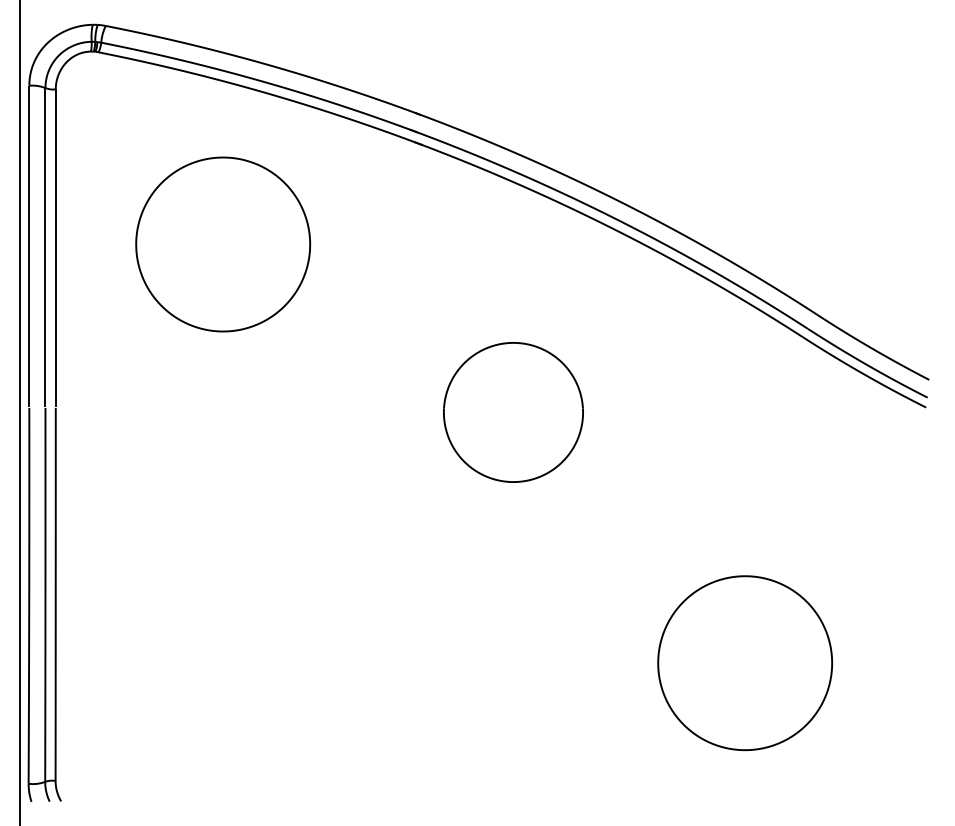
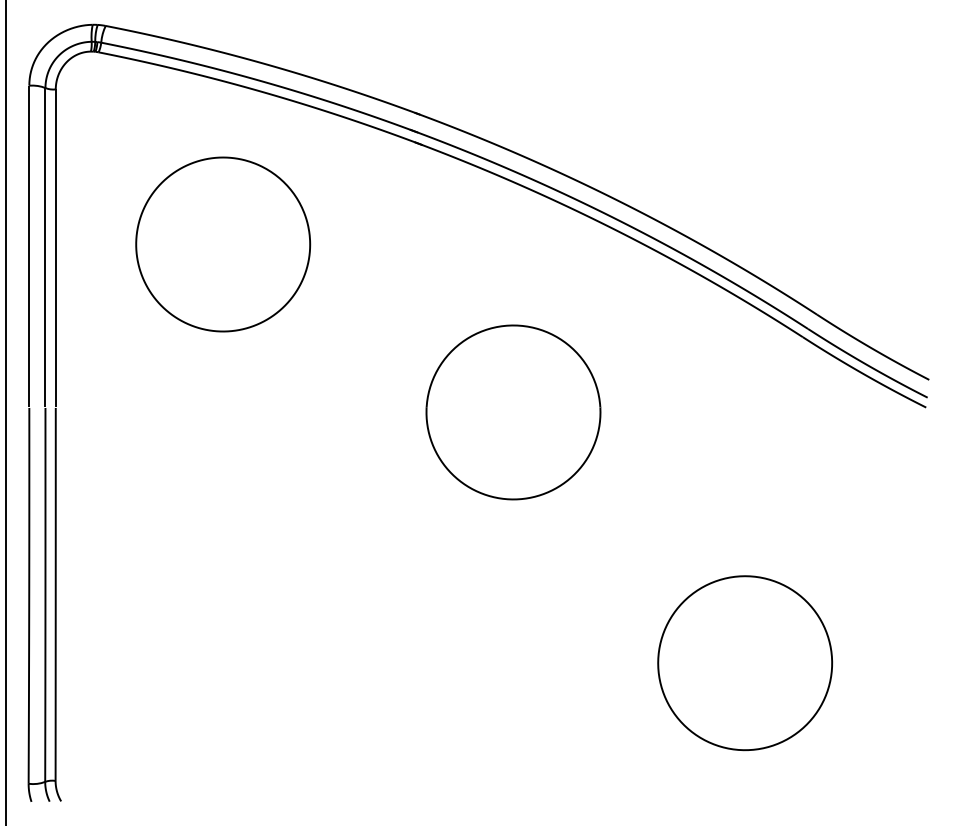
line at (19, 412) position: (19, 412) -> (5, 412)
part at (513, 412) size: 141x141 px -> 177x177 px
